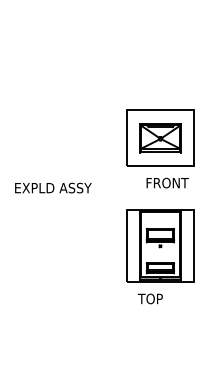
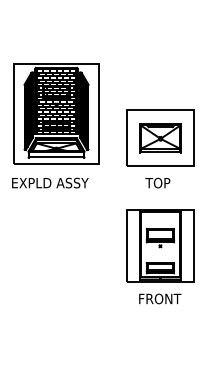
part at (56, 113): none -> present
text at (166, 182): FRONT -> TOP
text at (53, 187) position: (53, 187) -> (50, 182)
text at (159, 298): TOP -> FRONT
